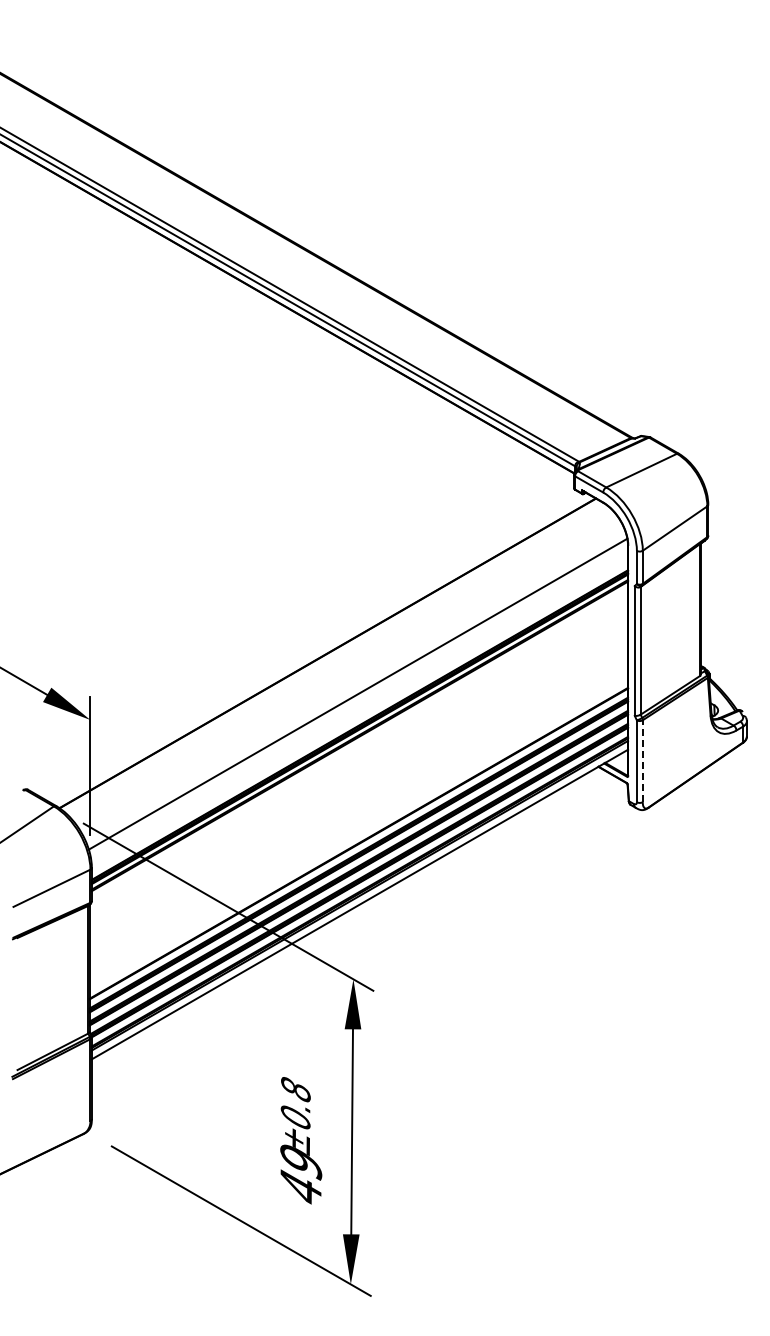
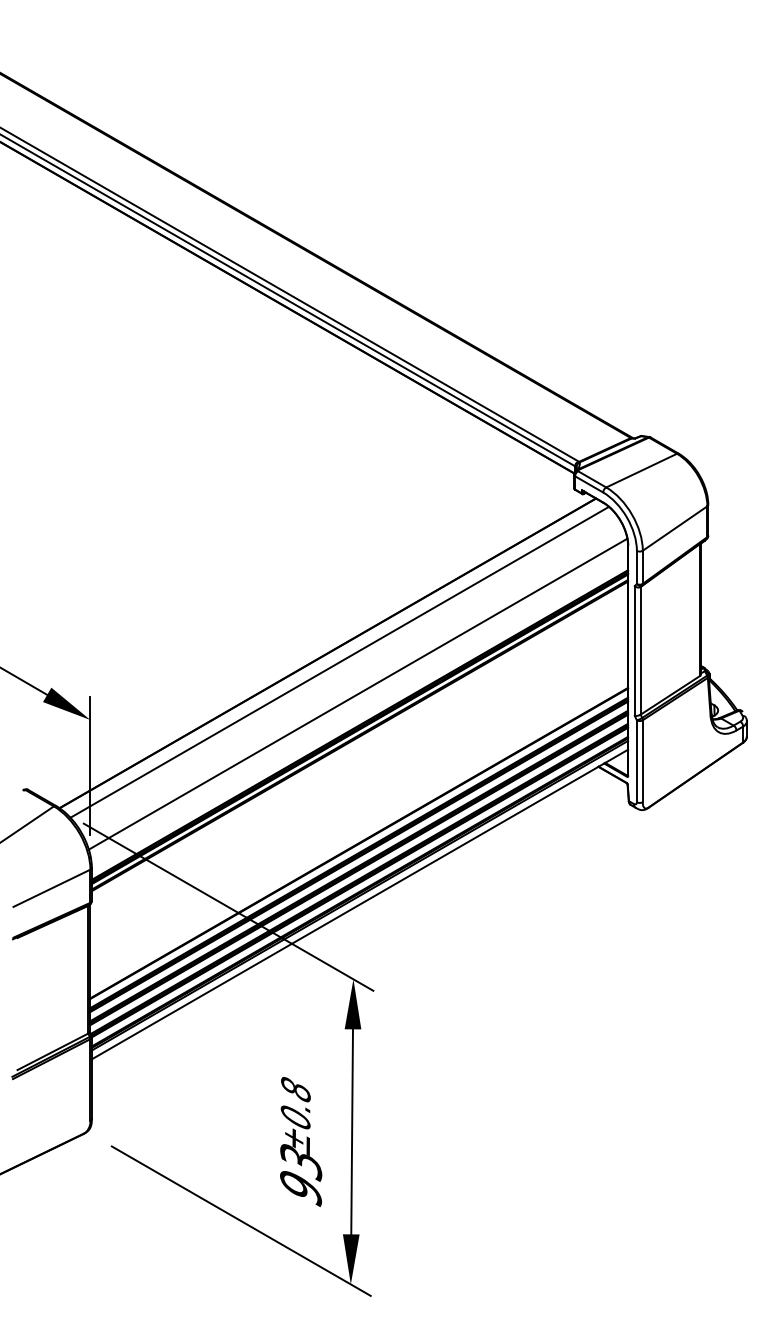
line at (339, 661): none -> present
line at (642, 761): dashed -> solid
text at (301, 1175): 49 -> 93
